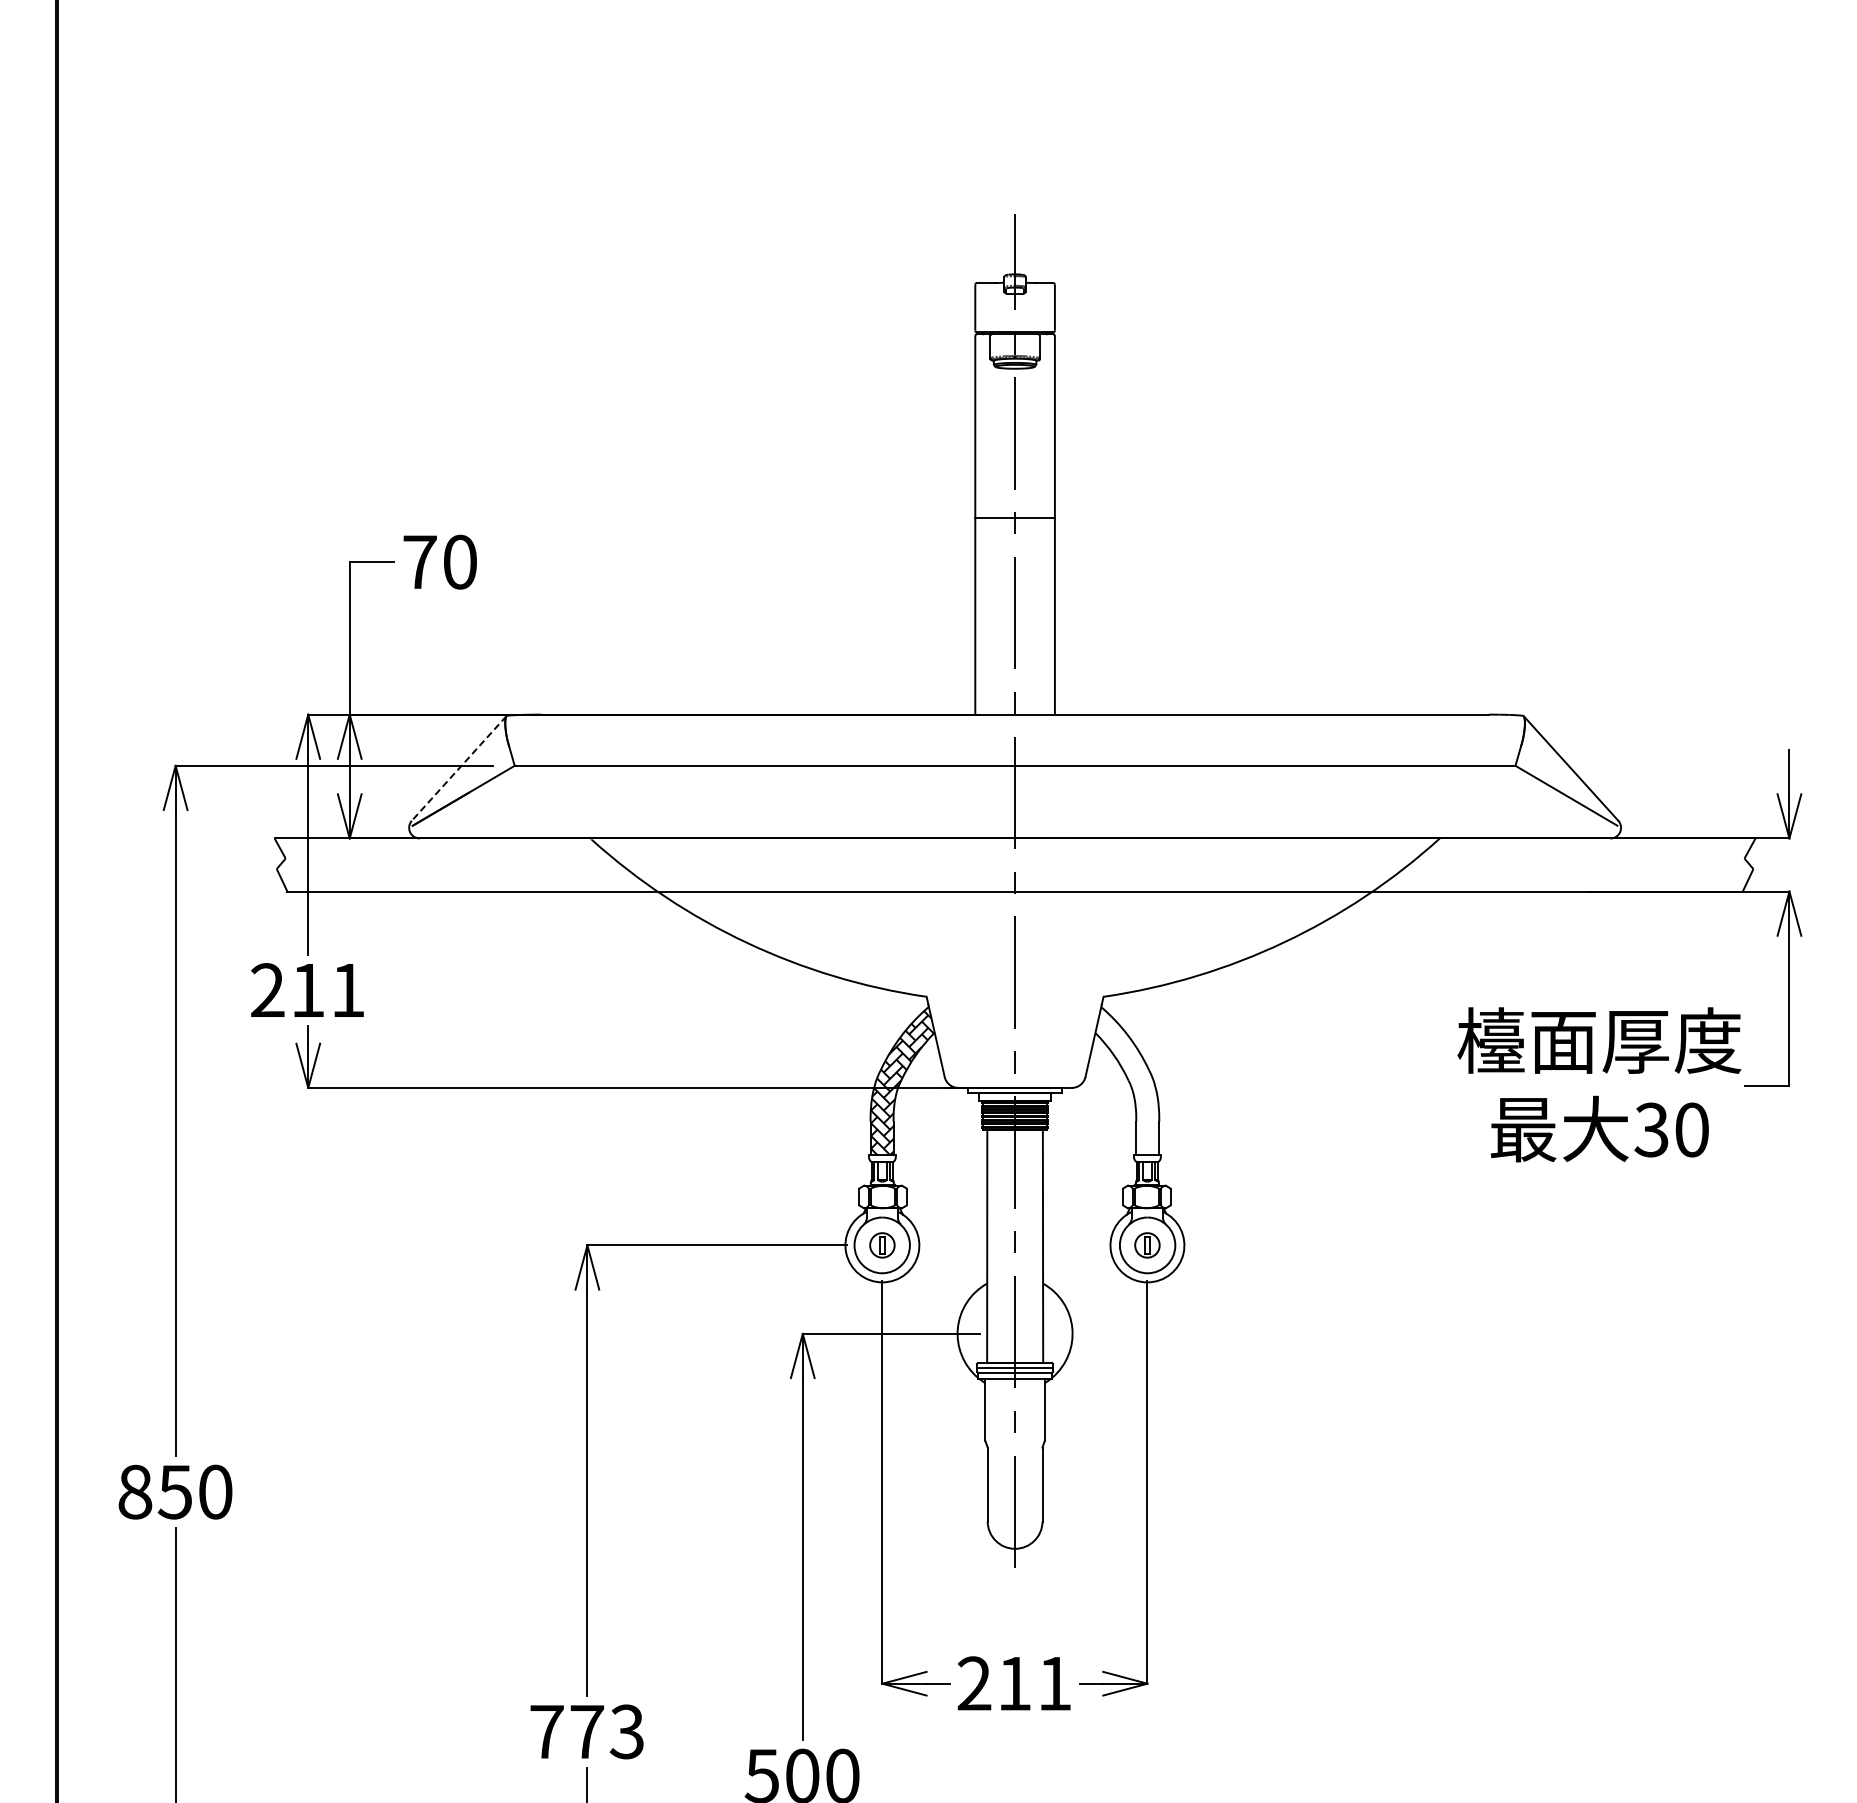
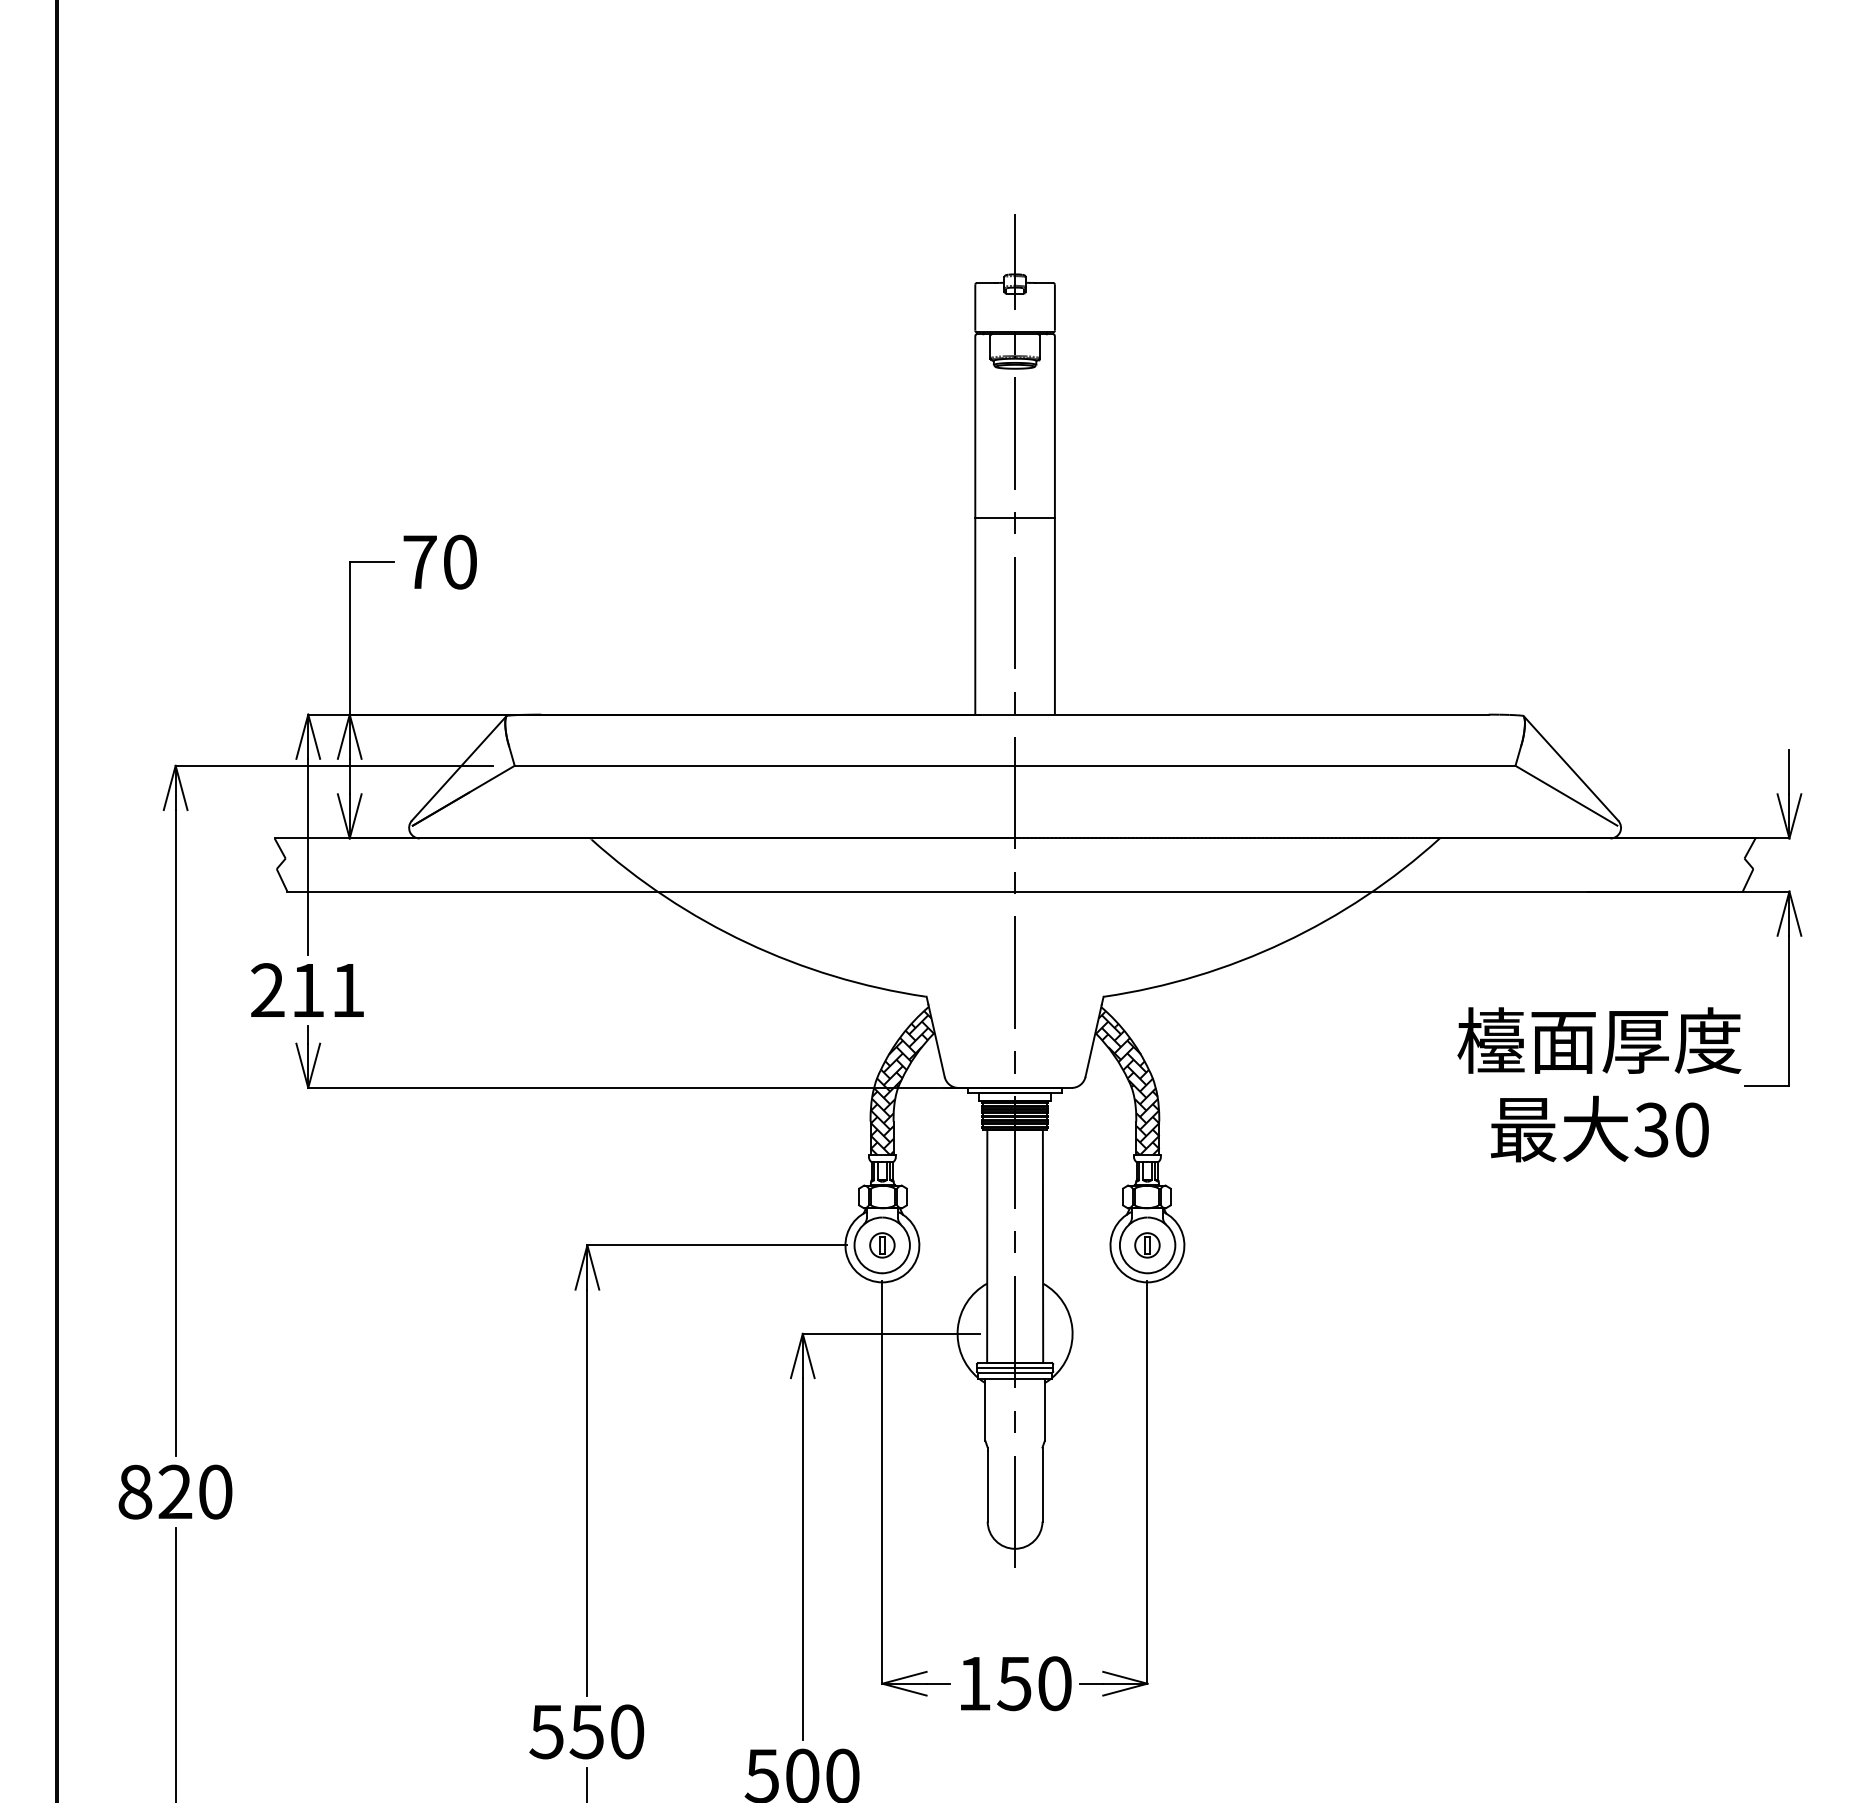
line at (458, 768): dashed -> solid
hatch at (1127, 1083): none -> present
text at (174, 1491): 850 -> 820
text at (1014, 1683): 211 -> 150
text at (586, 1731): 773 -> 550
